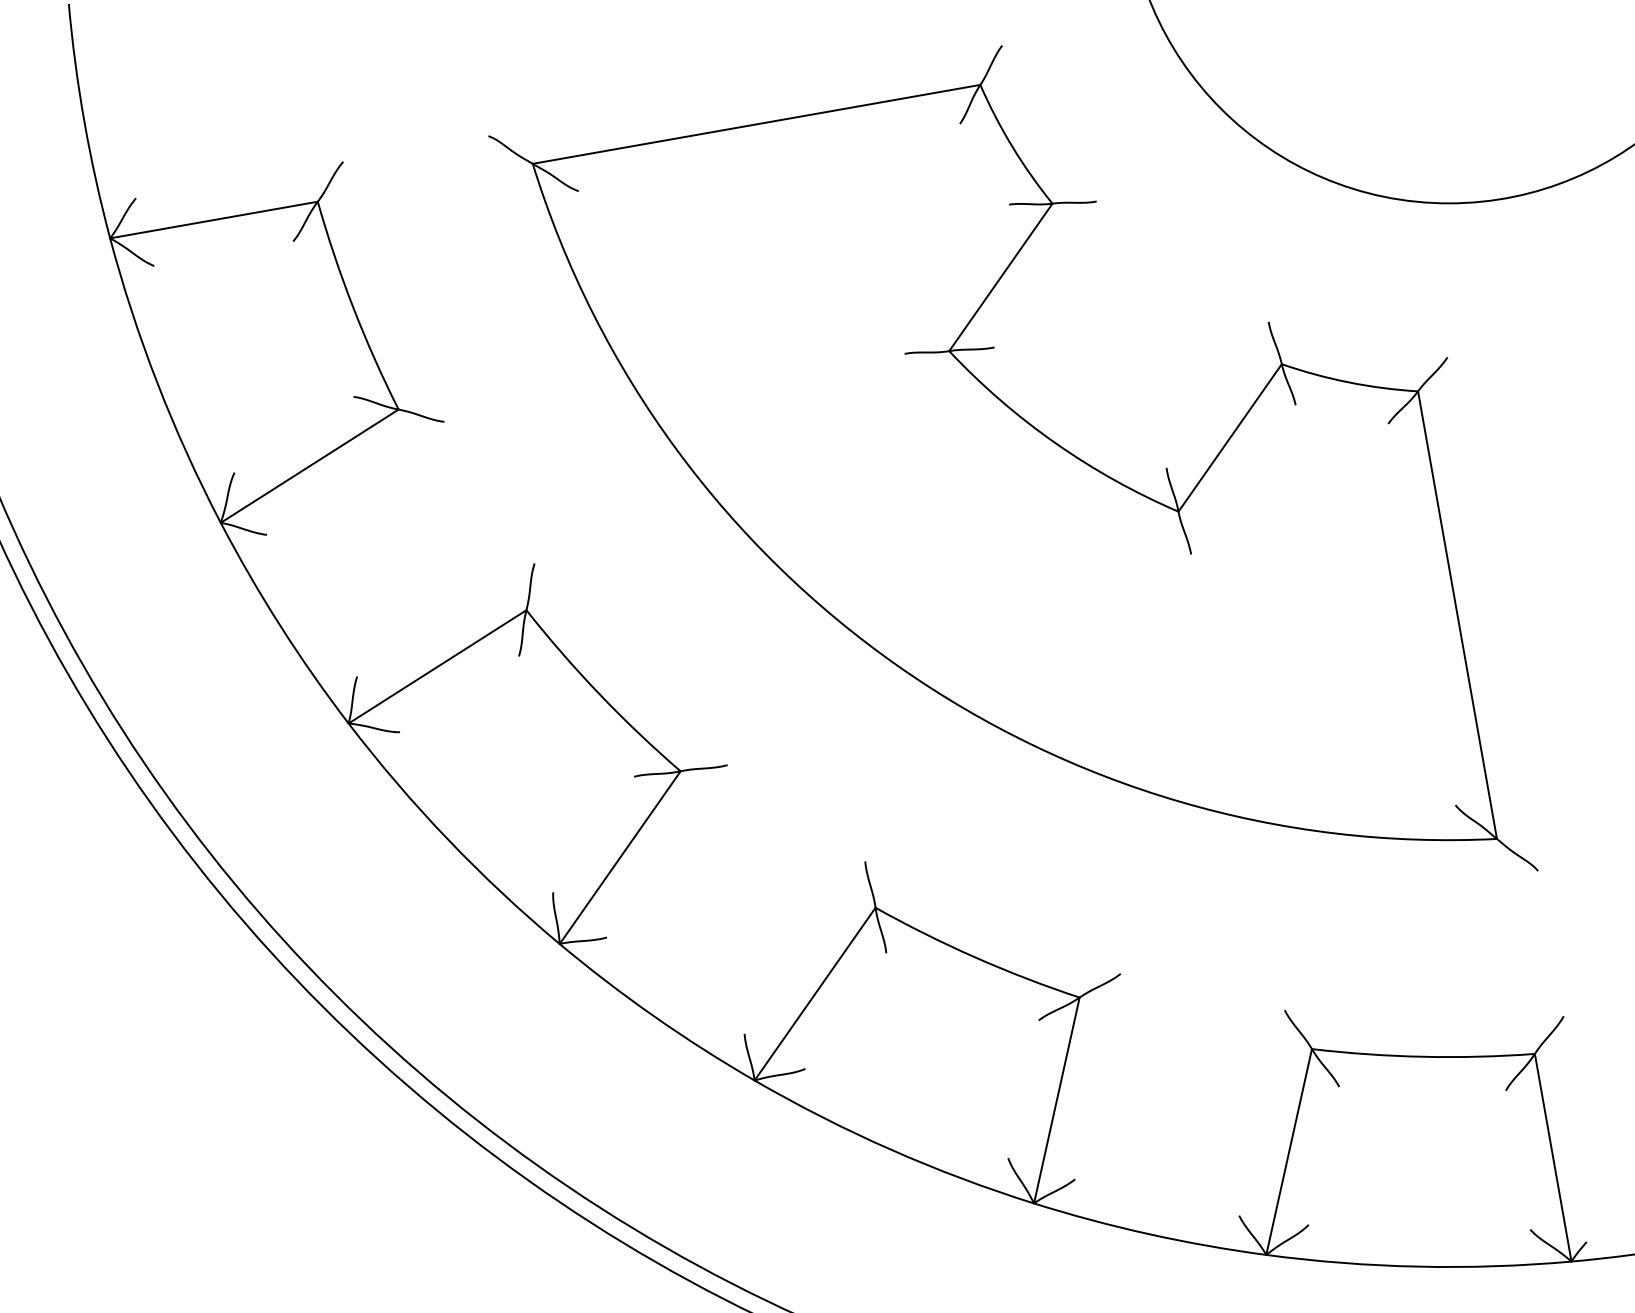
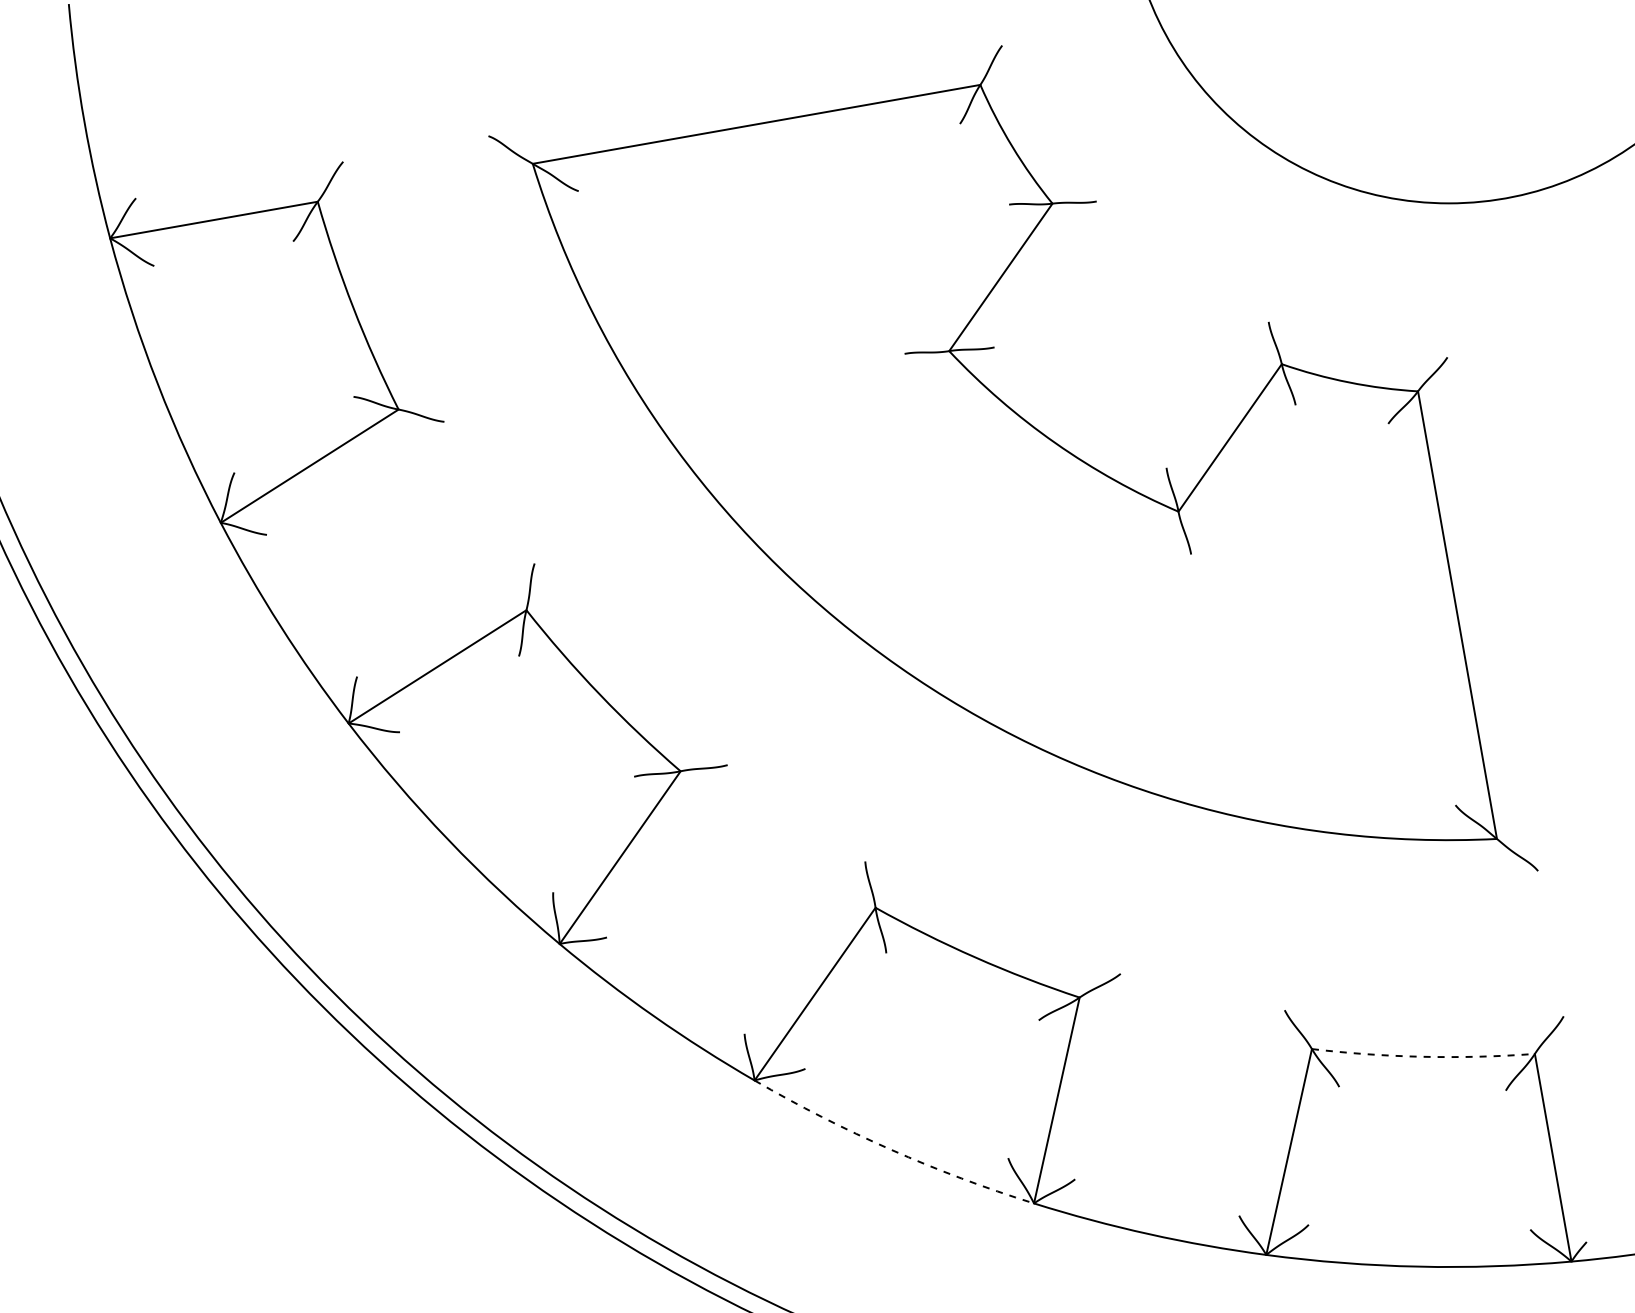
arc at (1423, 1056): solid -> dashed
arc at (890, 1149): solid -> dashed
